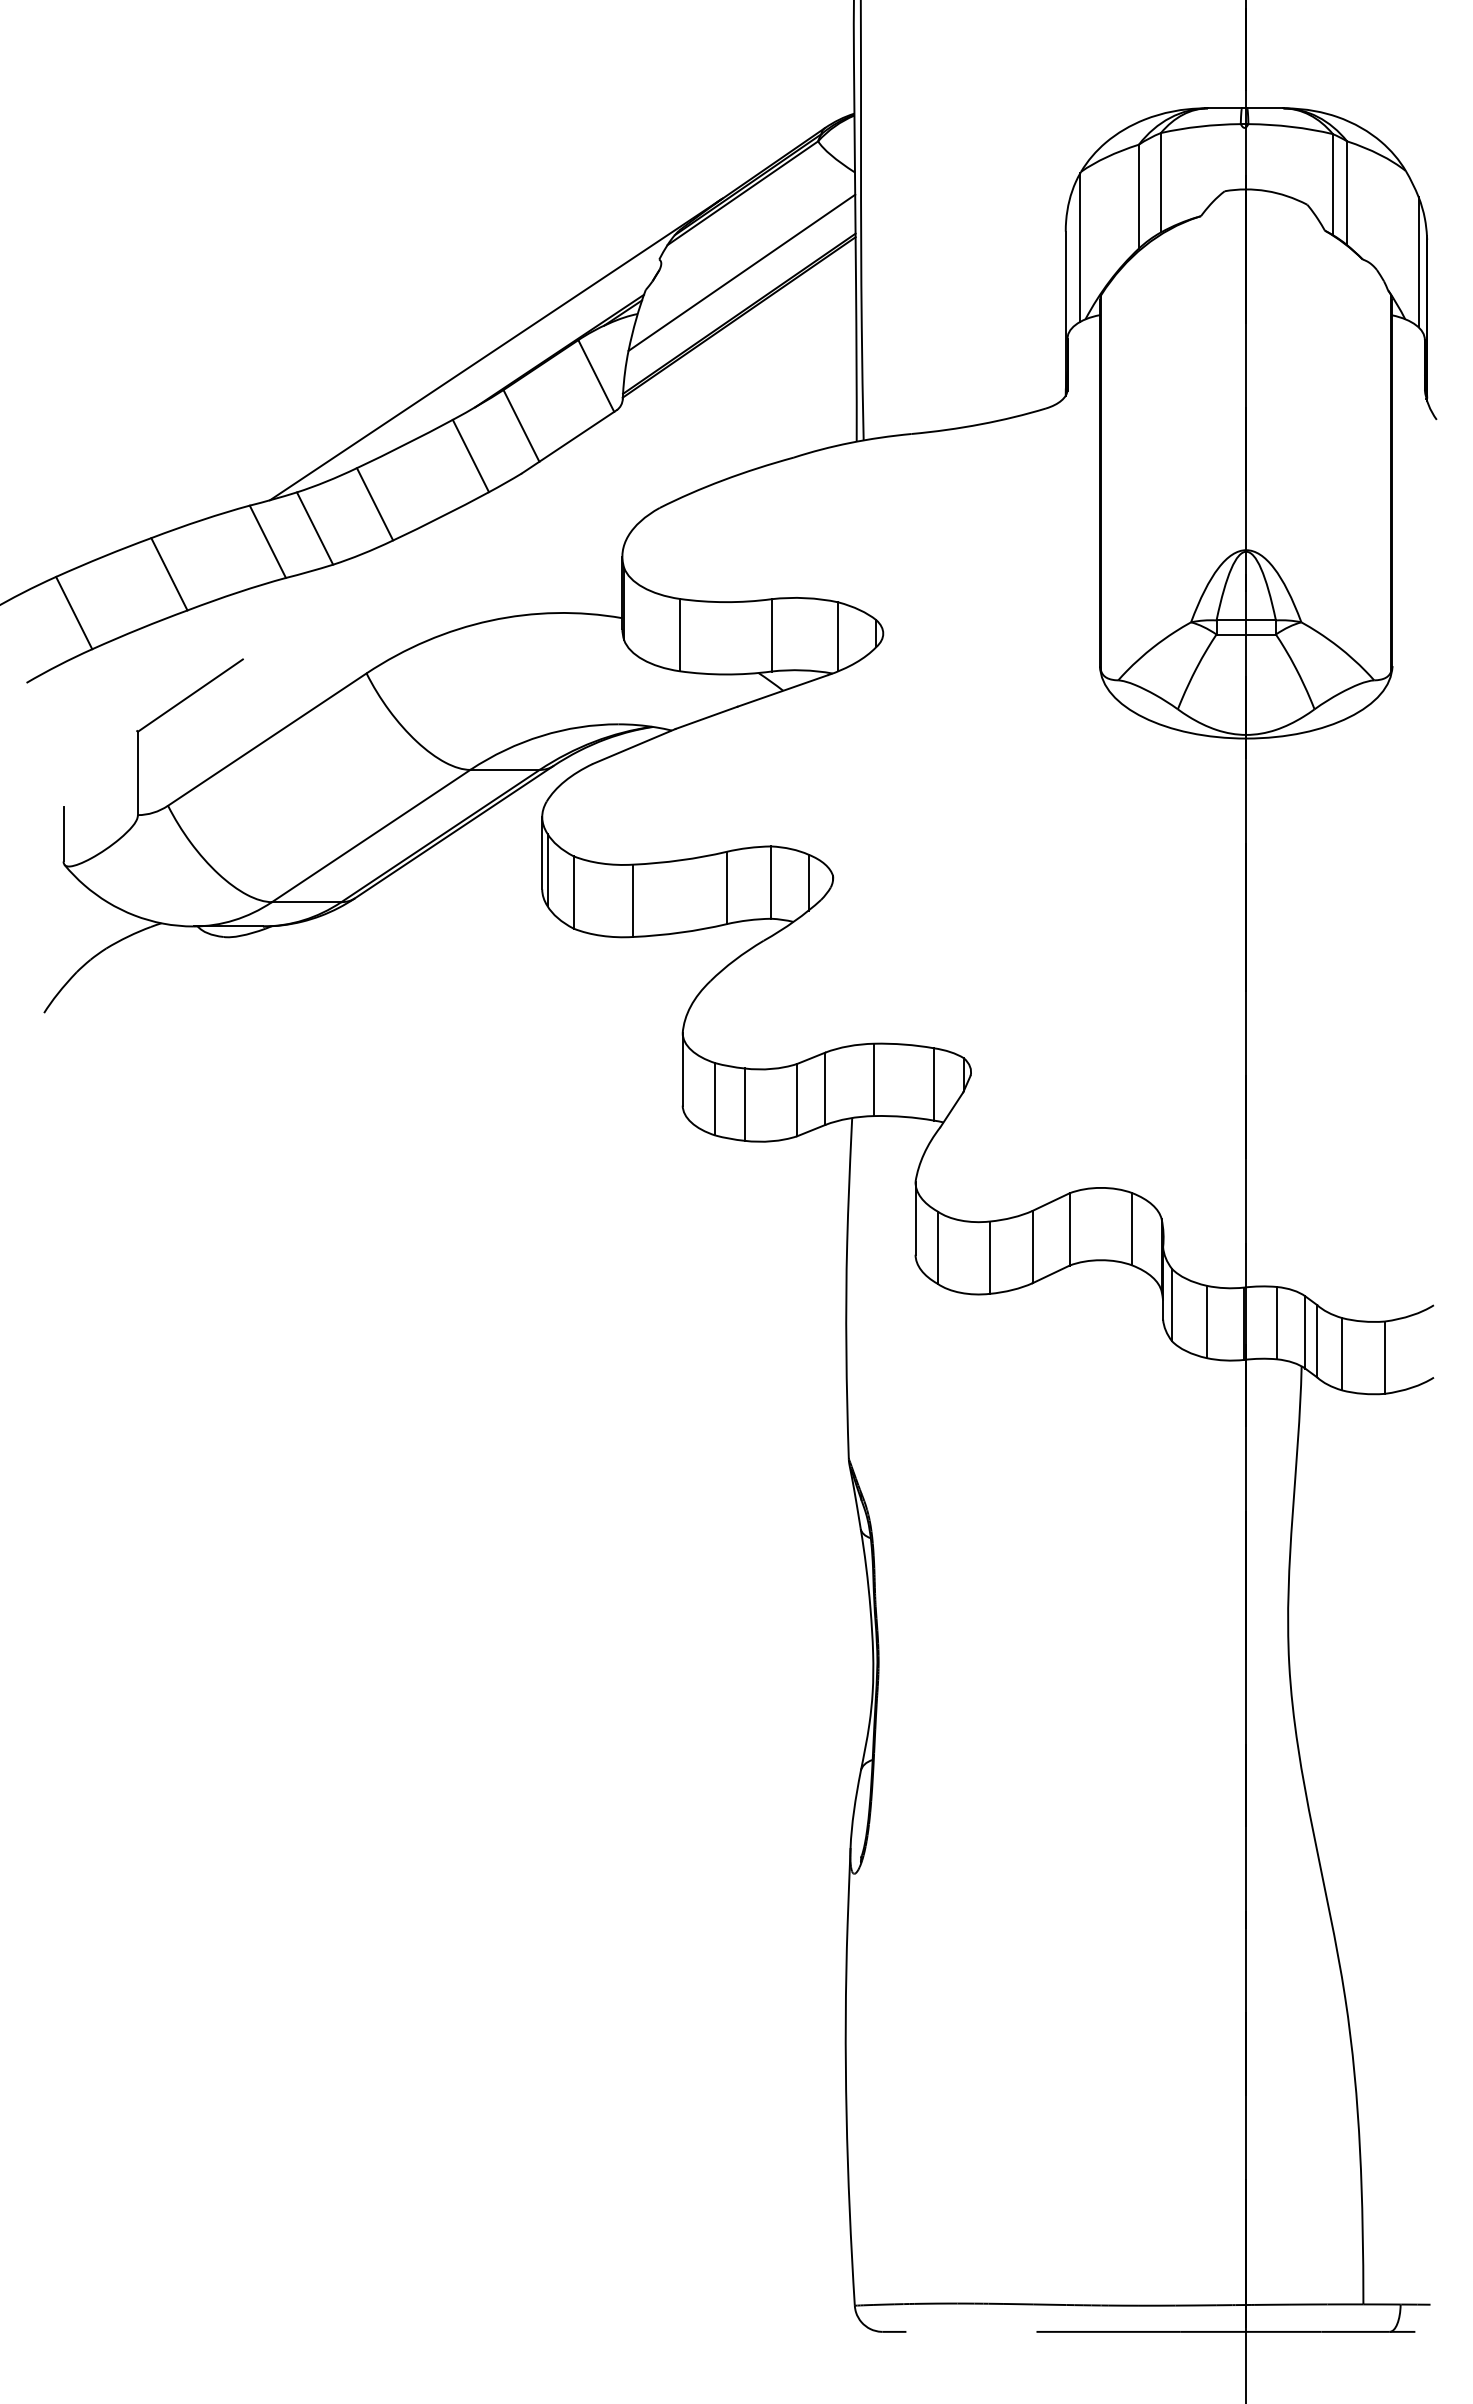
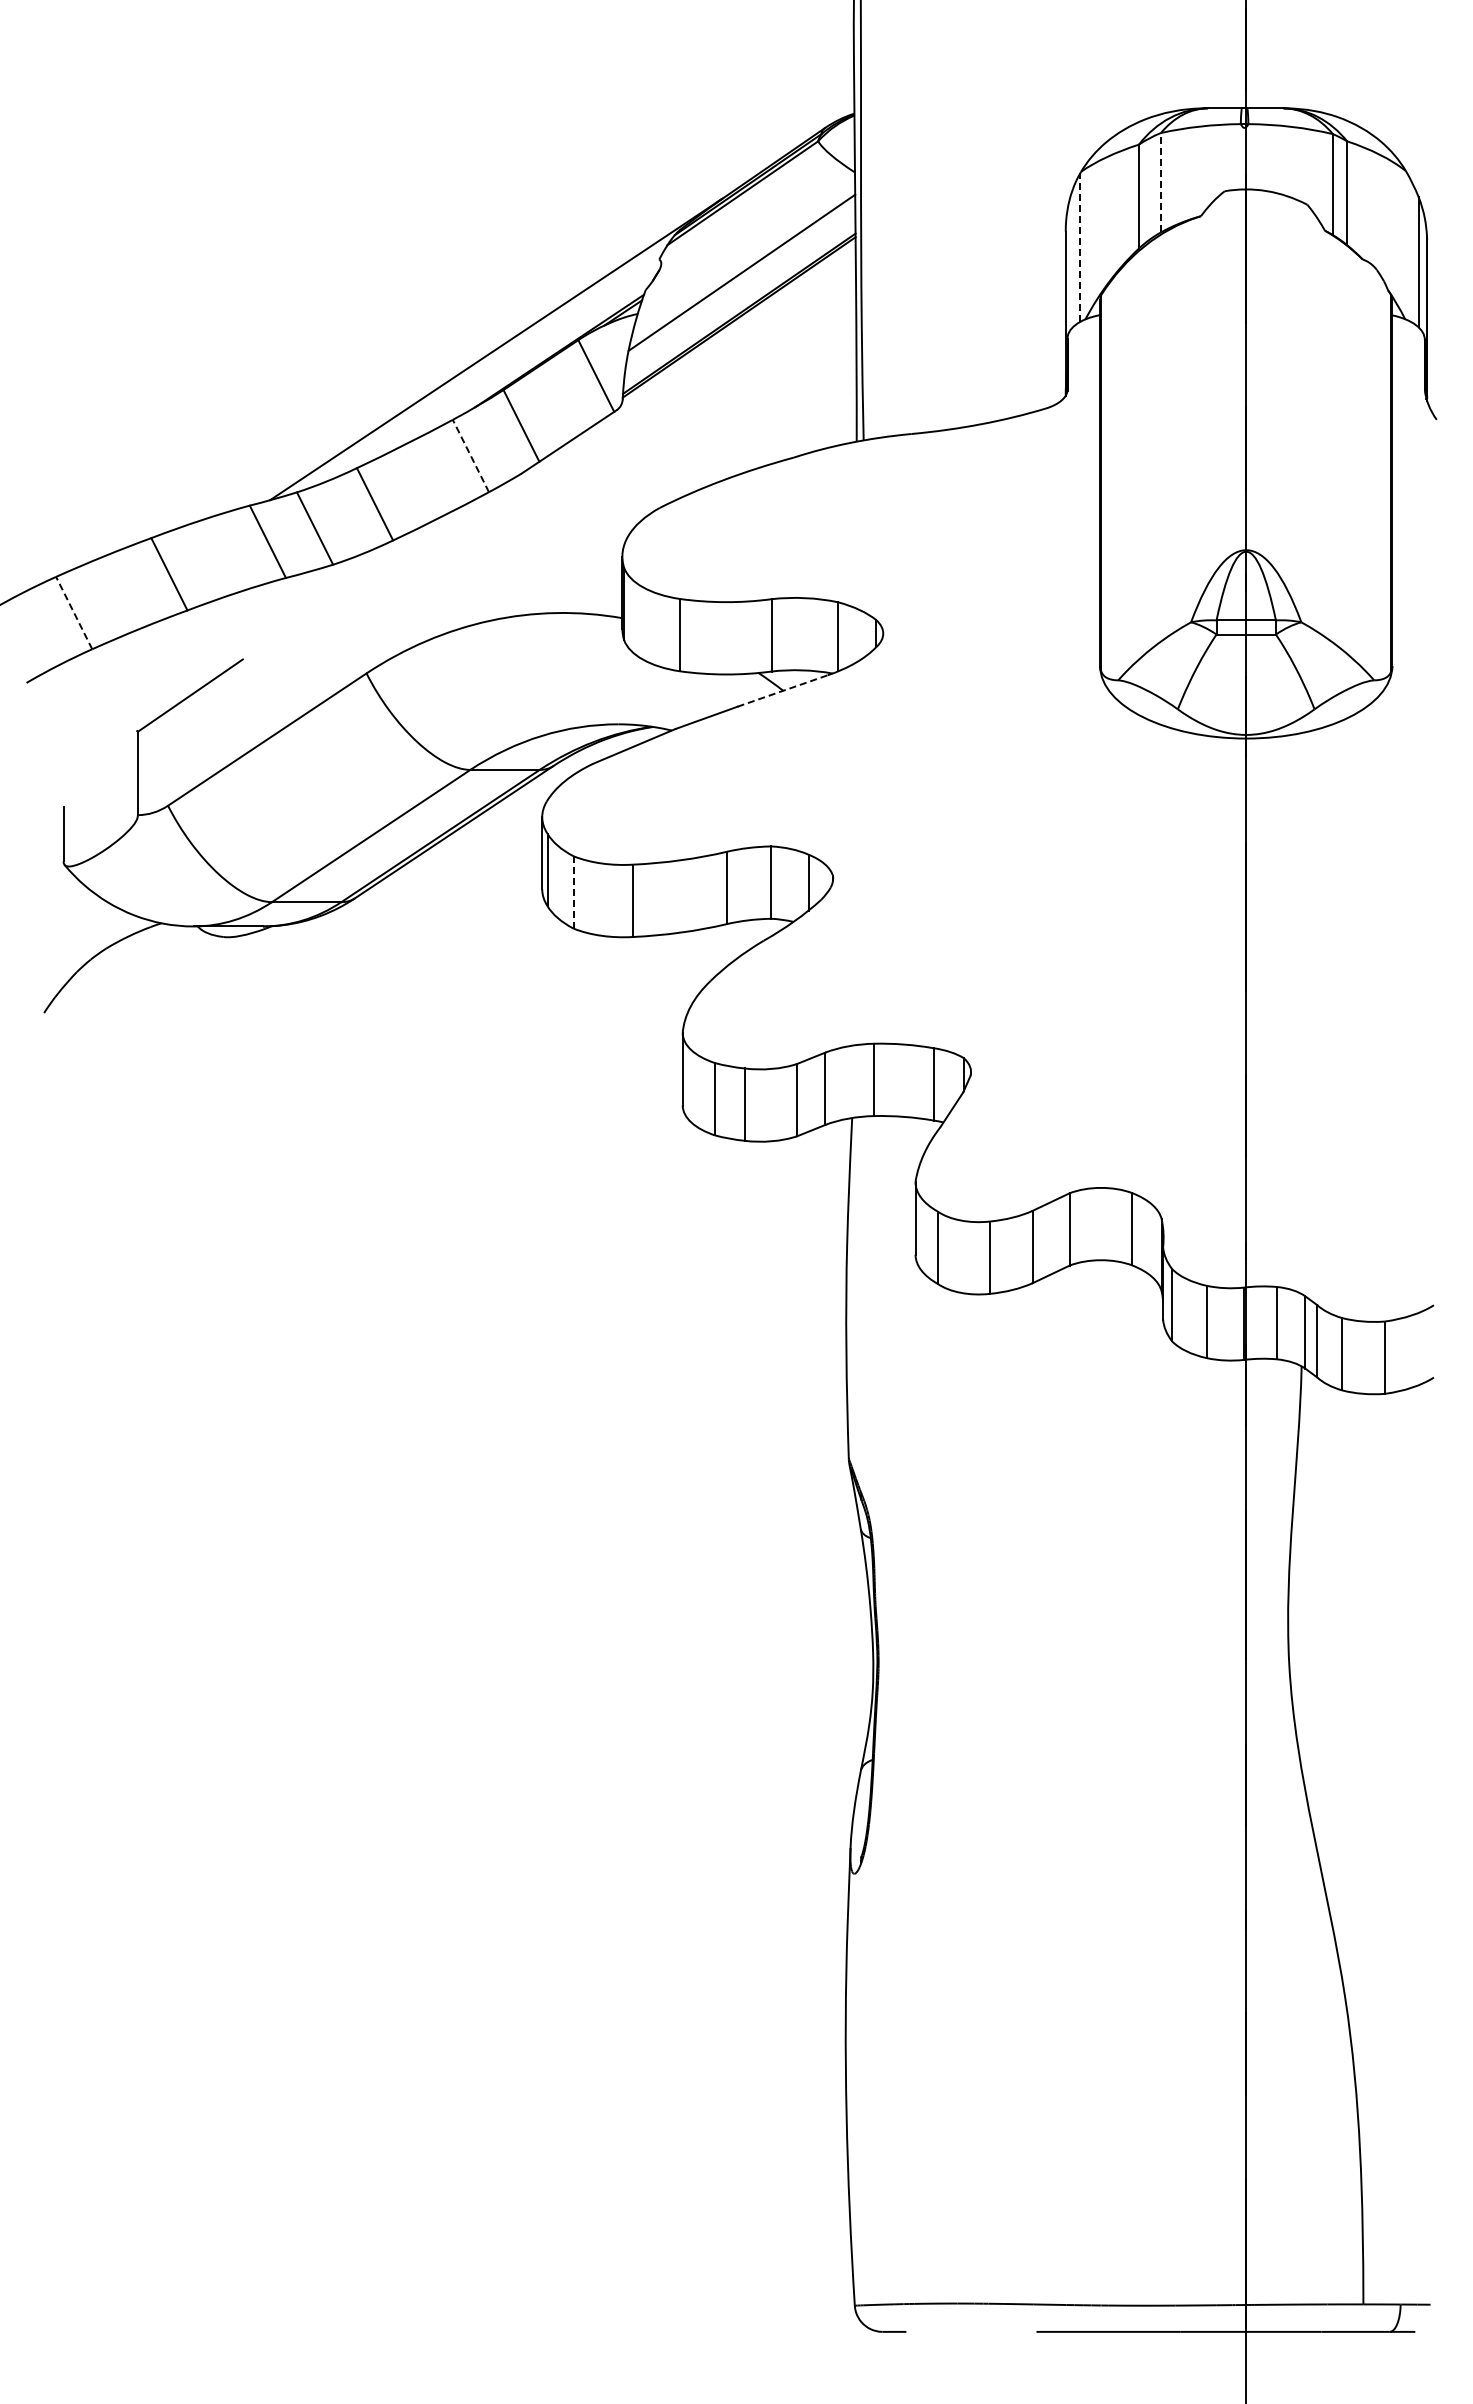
line at (1160, 182): solid -> dashed
line at (1080, 246): solid -> dashed
line at (470, 455): solid -> dashed
line at (73, 612): solid -> dashed
line at (782, 691): solid -> dashed
line at (573, 891): solid -> dashed
